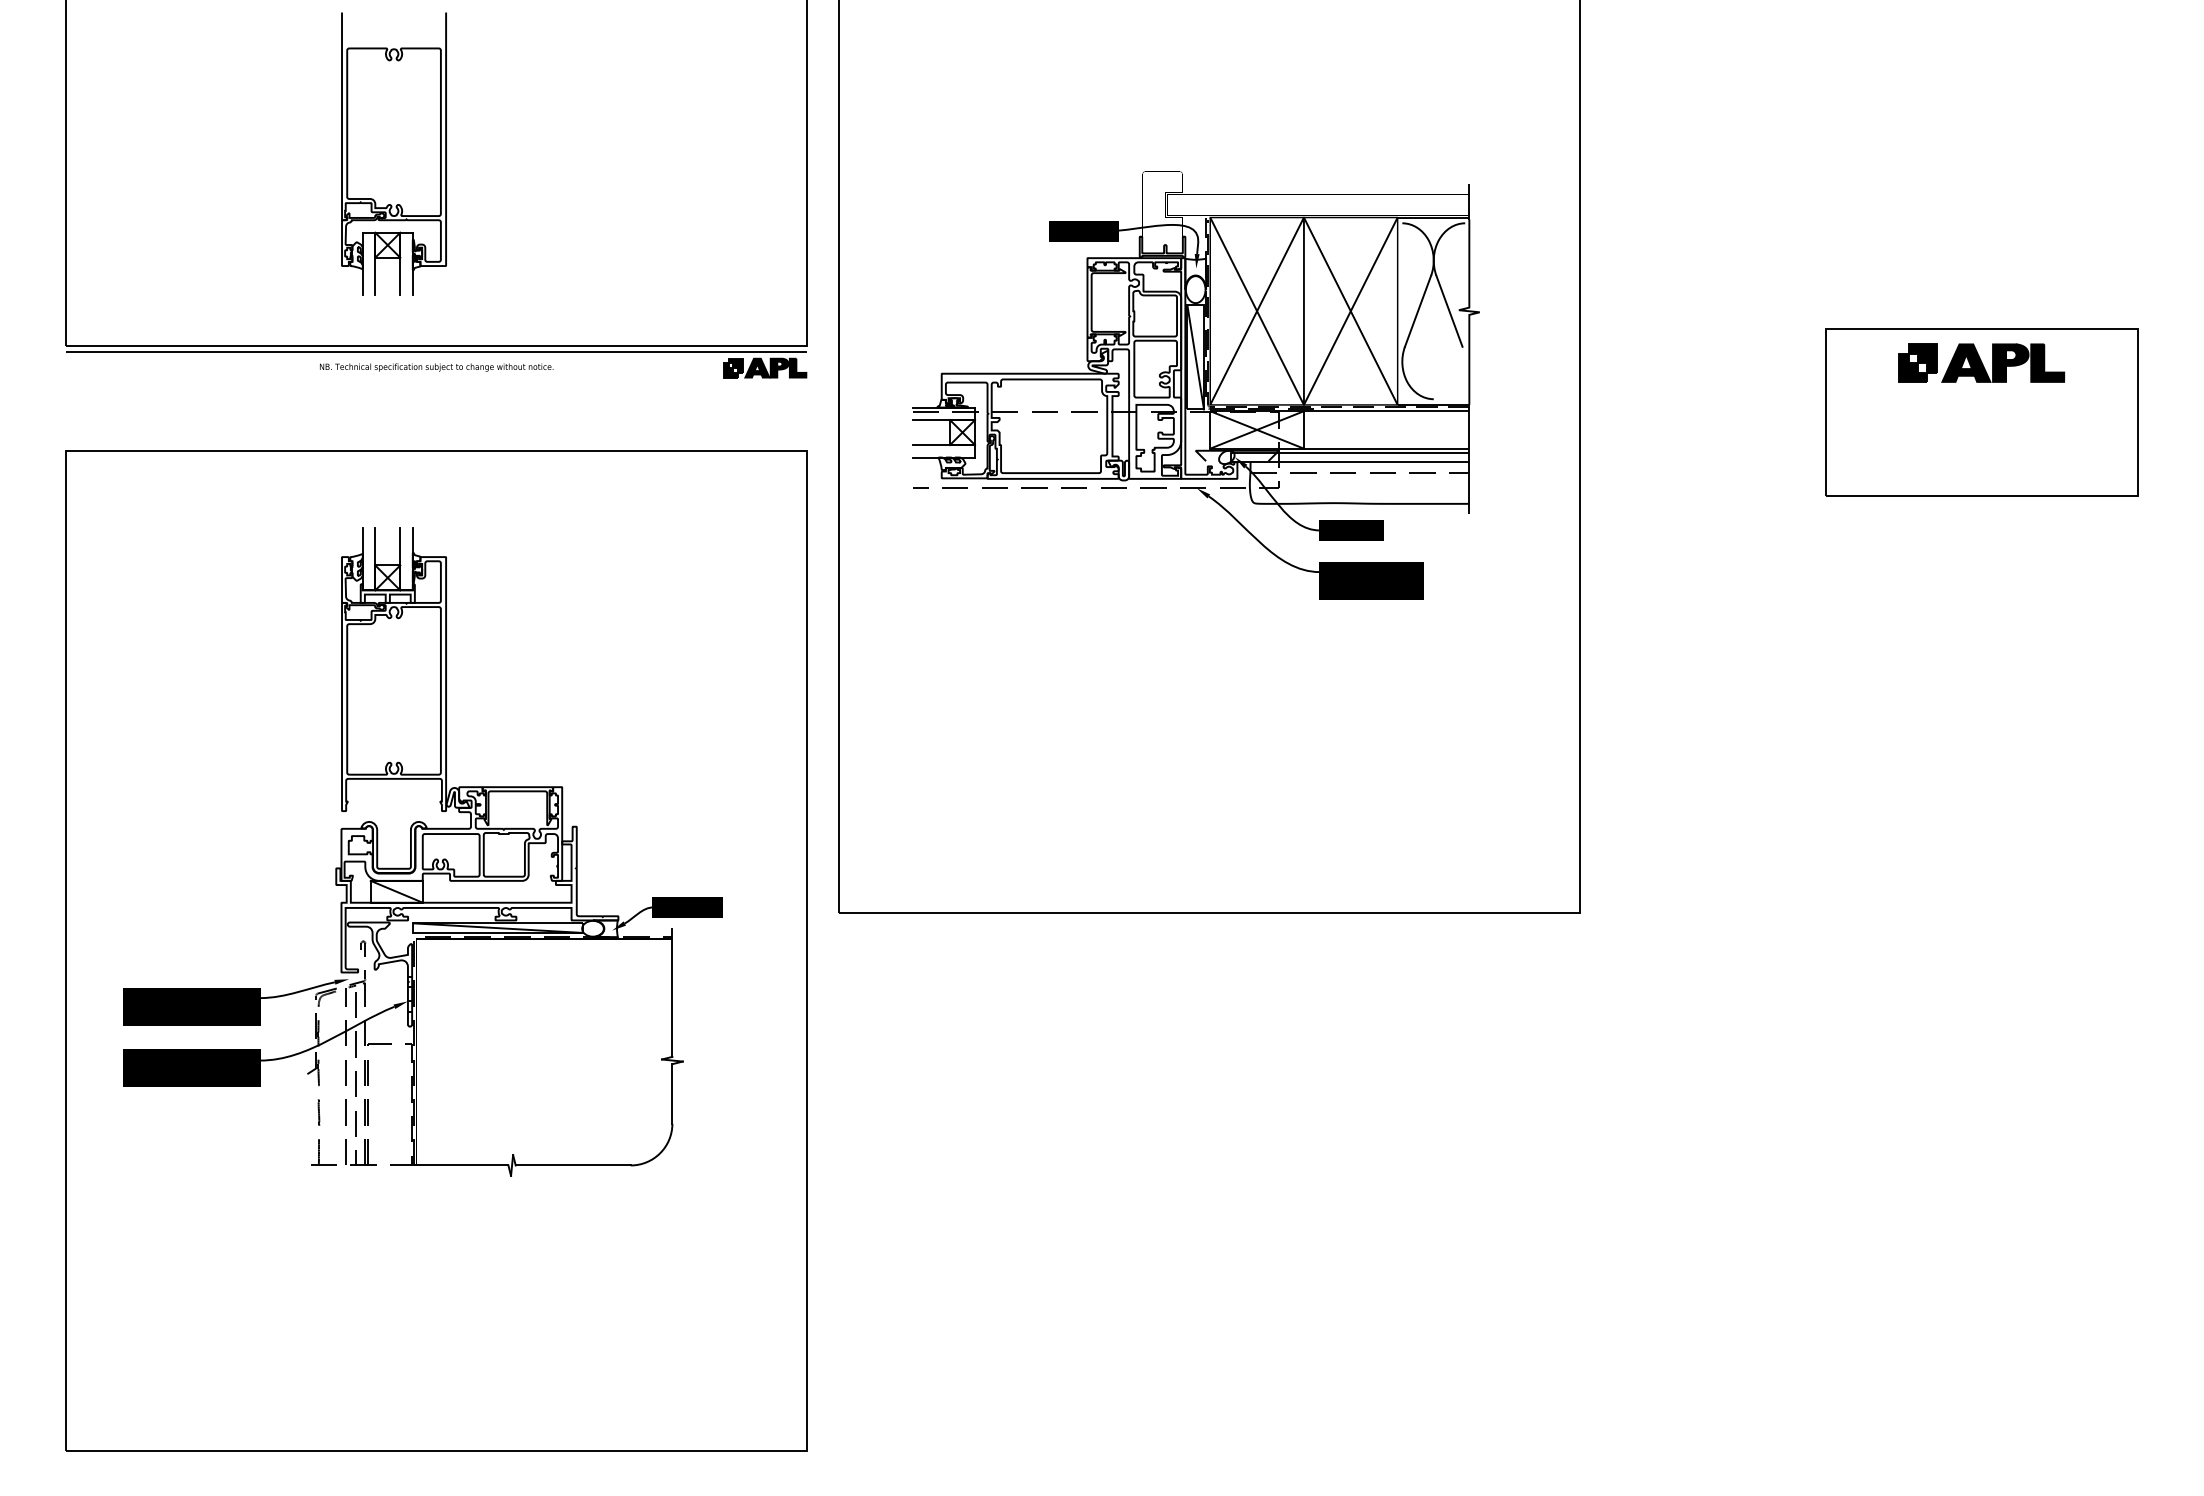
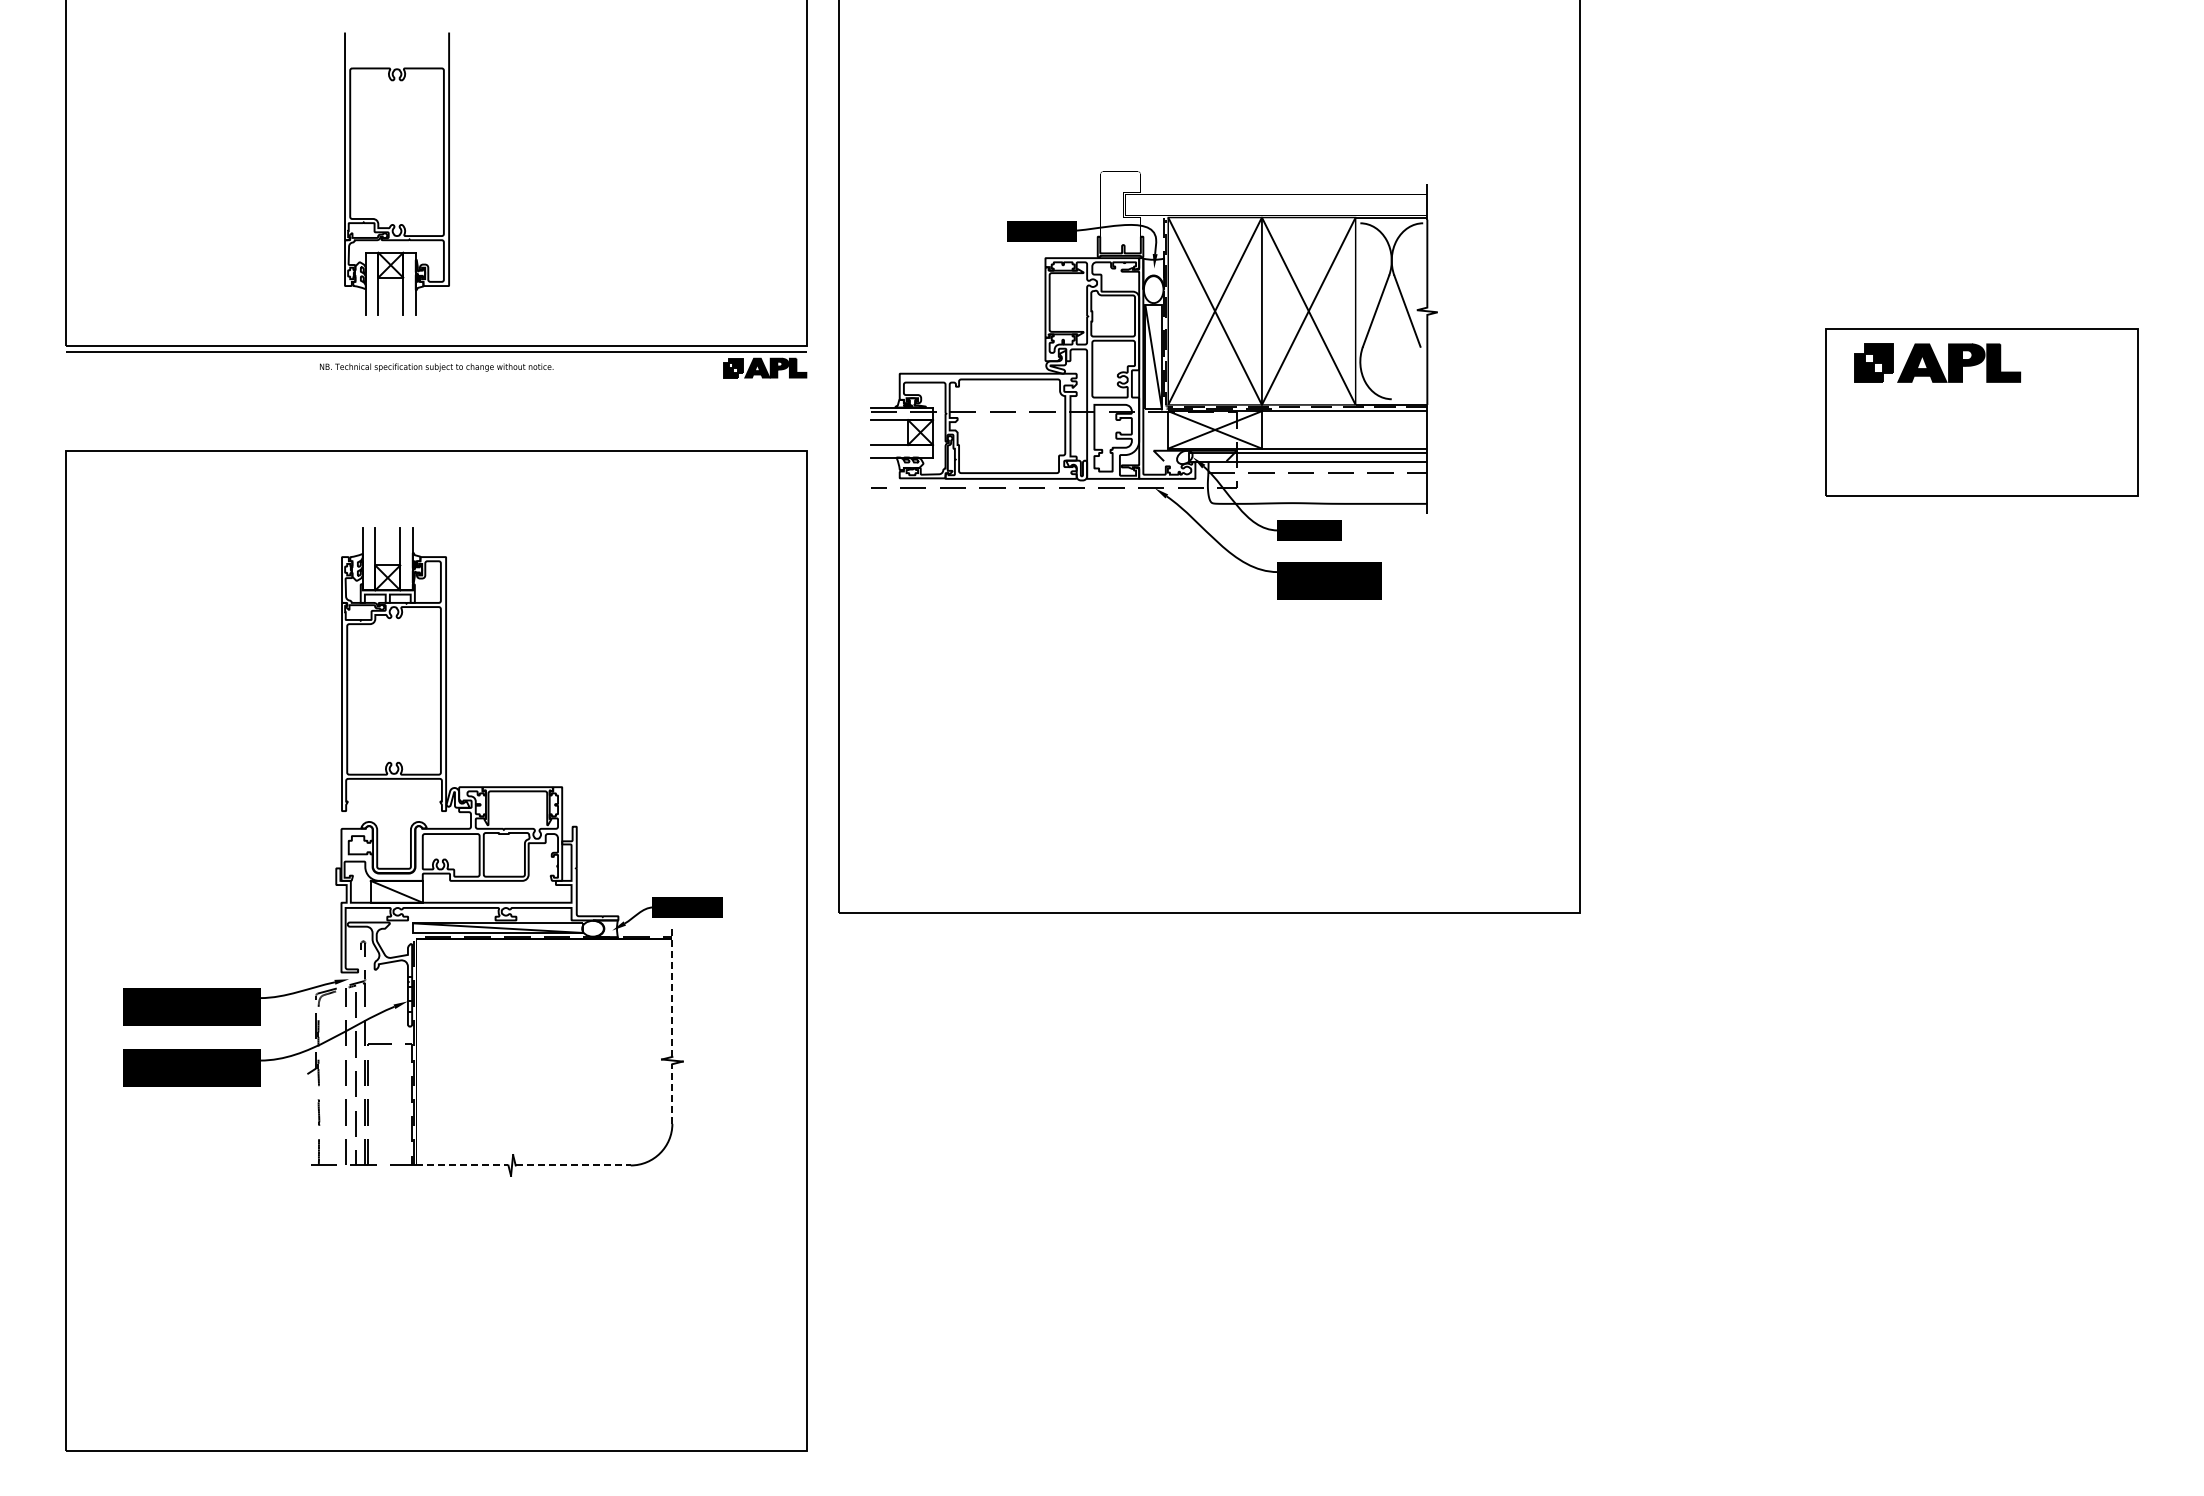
part at (393, 153) position: (393, 153) -> (396, 173)
part at (1981, 362) position: (1981, 362) -> (1937, 362)
part at (1195, 385) position: (1195, 385) -> (1153, 385)
line at (672, 992): solid -> dashed
line at (672, 1094): solid -> dashed
line at (462, 1165): solid -> dashed
line at (573, 1165): solid -> dashed
